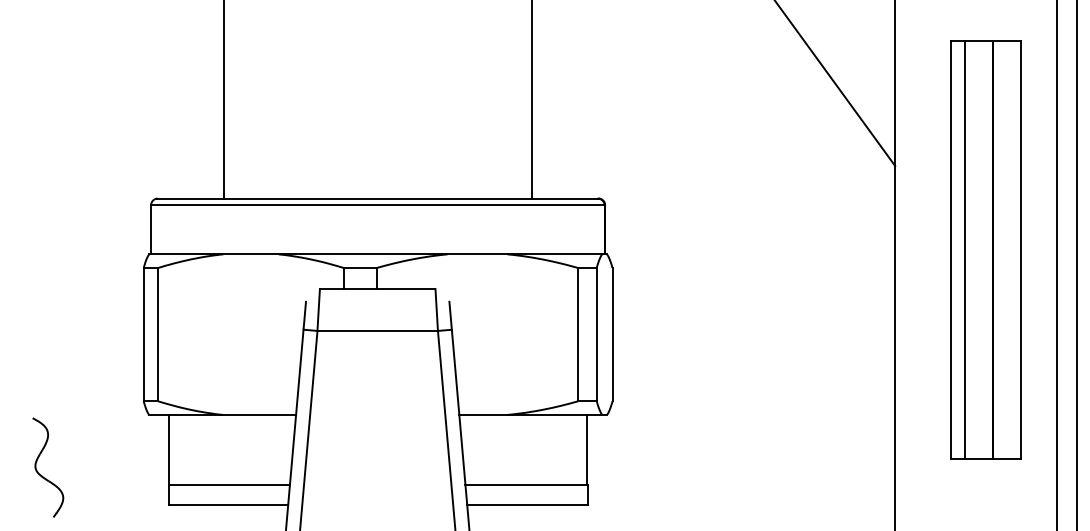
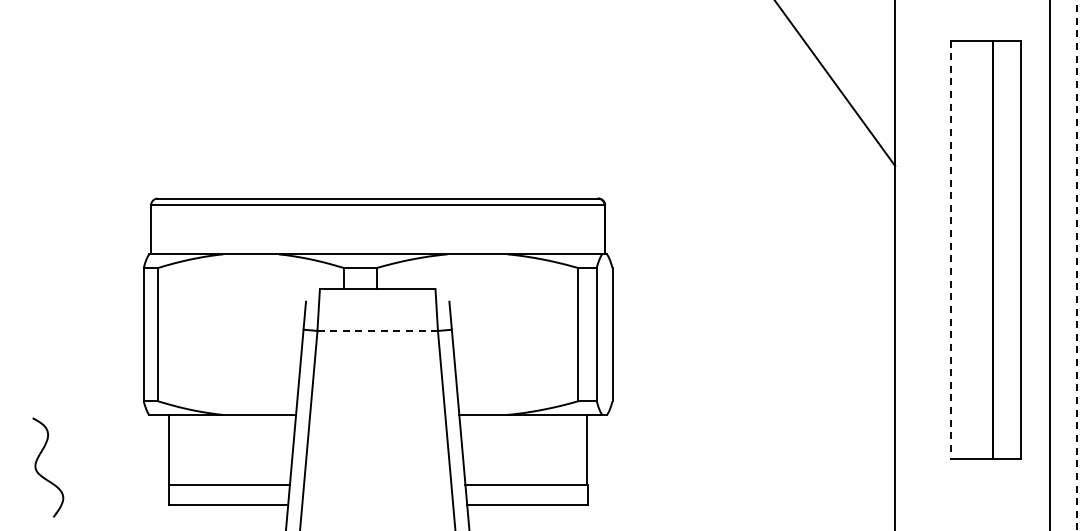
line at (224, 100): present -> none
line at (531, 100): present -> none
line at (964, 249): present -> none
line at (951, 250): solid -> dashed
line at (1057, 264) position: (1057, 264) -> (1050, 264)
line at (1076, 266): solid -> dashed
line at (378, 330): solid -> dashed
